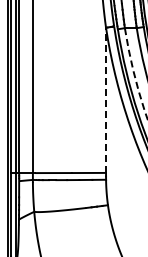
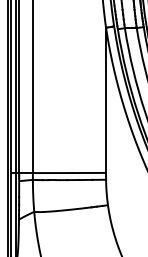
arc at (134, 74): dashed -> solid
line at (106, 100): dashed -> solid
